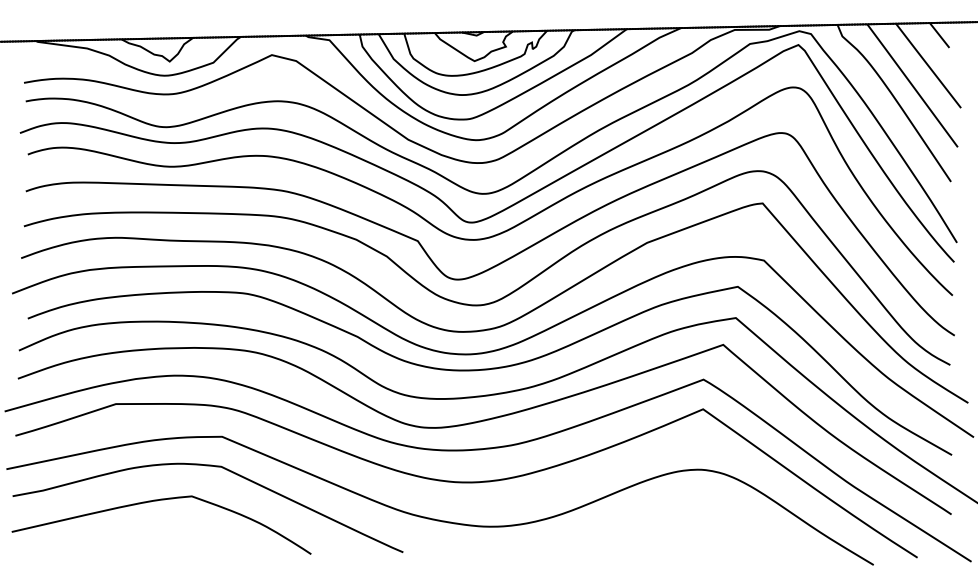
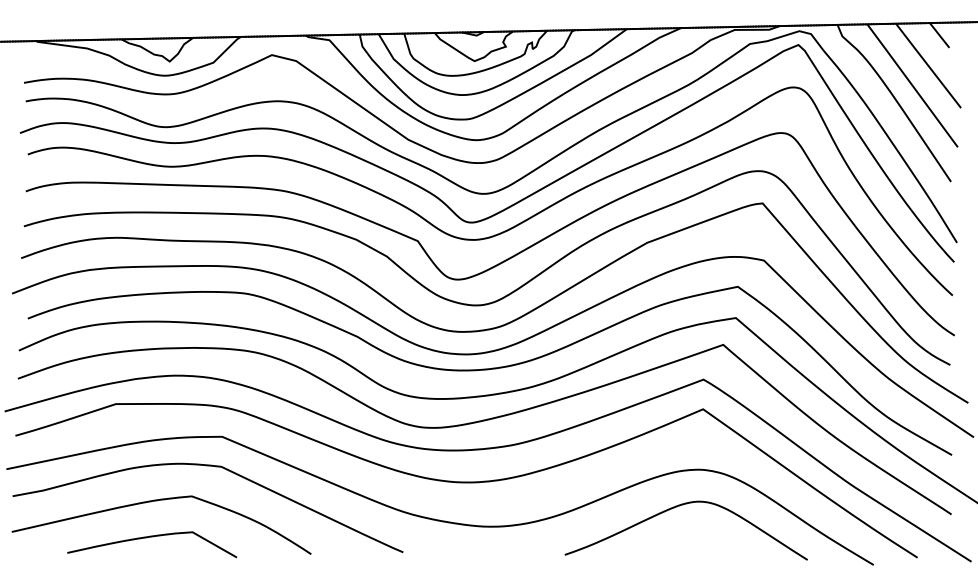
curve at (677, 507): none -> present
curve at (152, 537): none -> present
